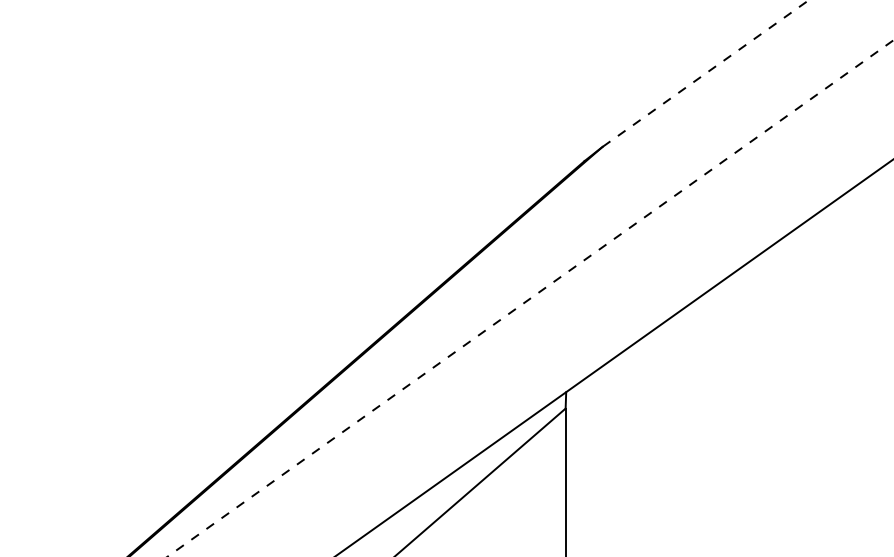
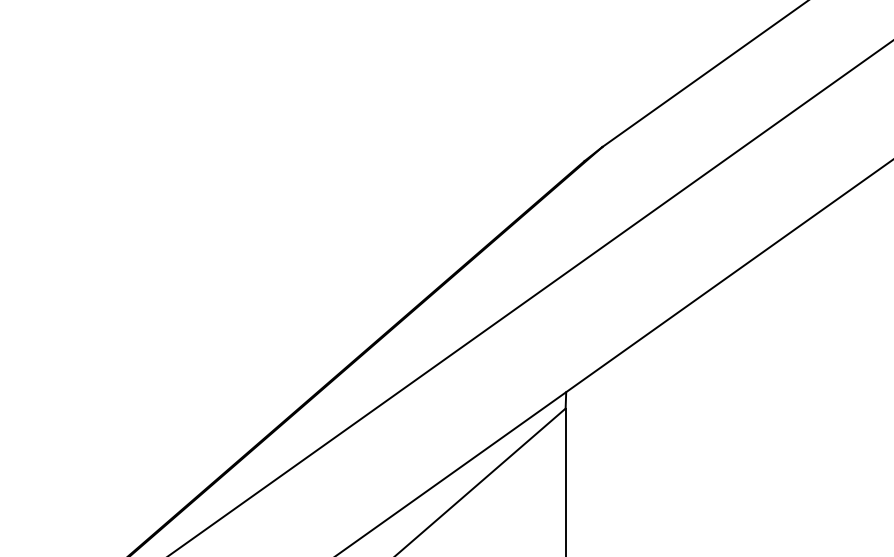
line at (705, 74): dashed -> solid
line at (530, 298): dashed -> solid
